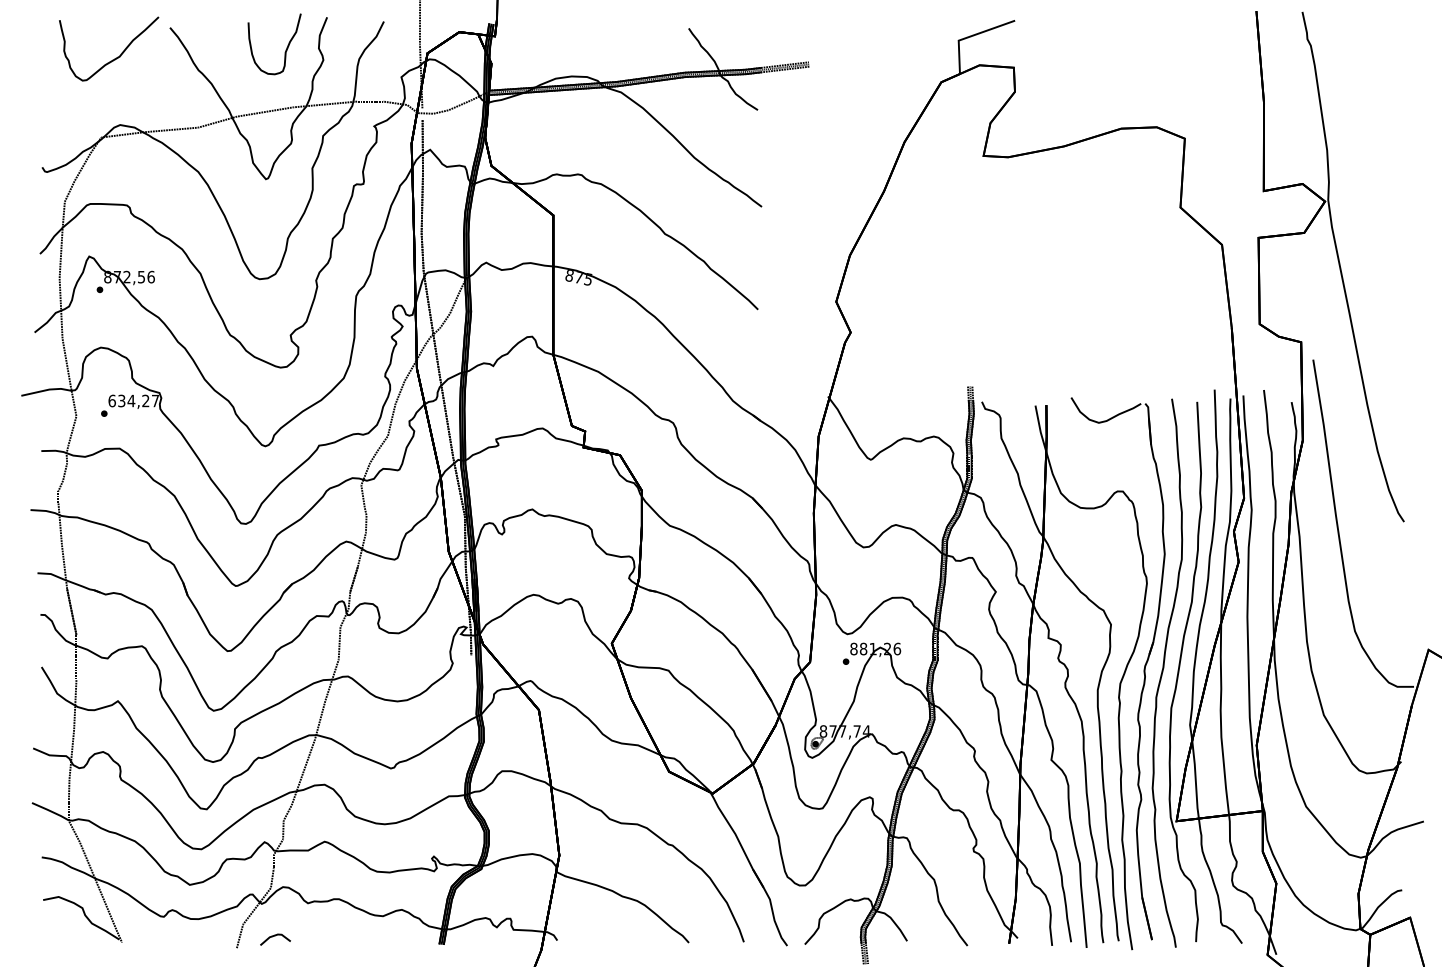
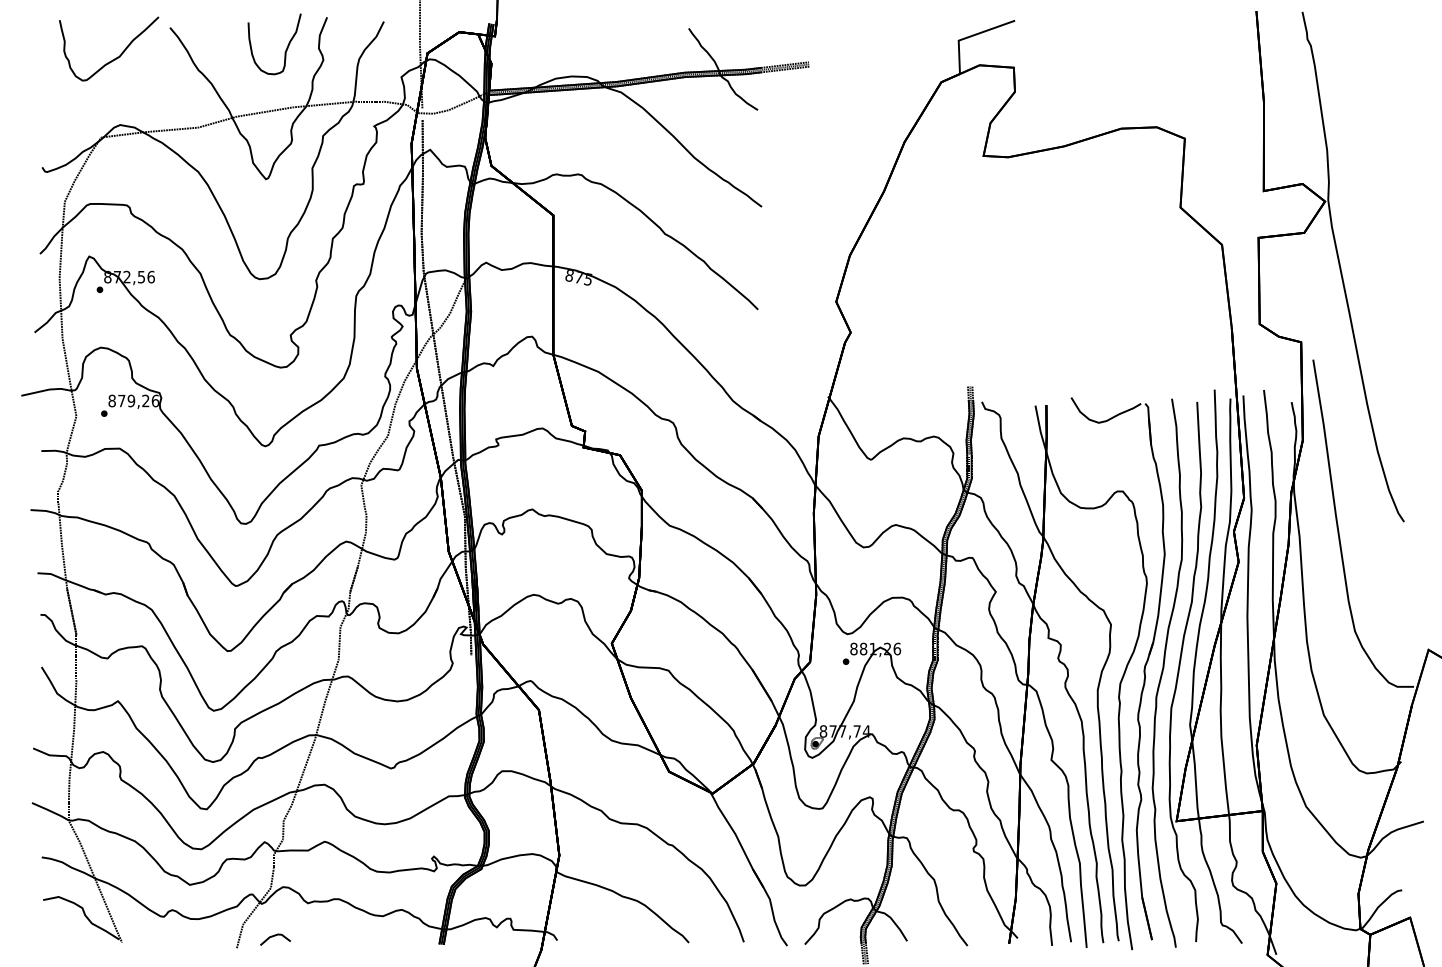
text at (133, 400): 634,27 -> 879,26
